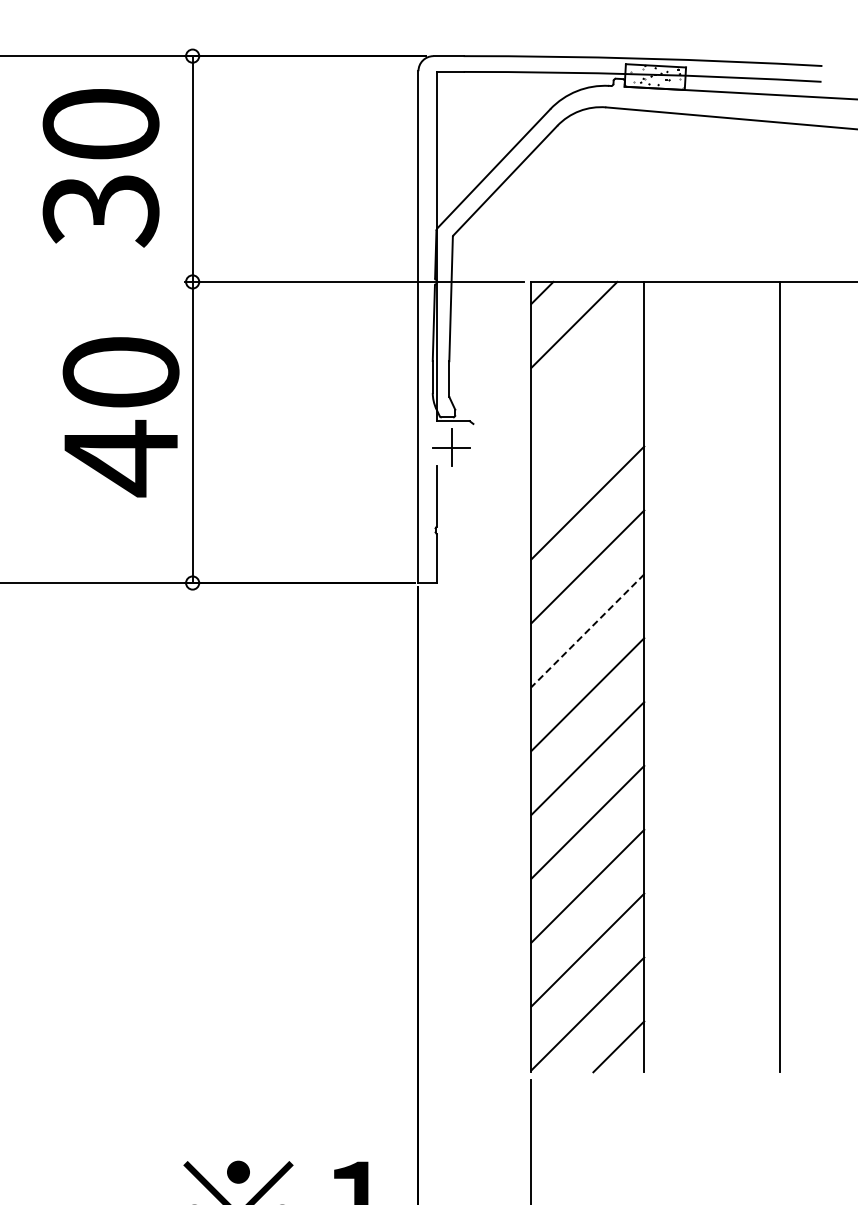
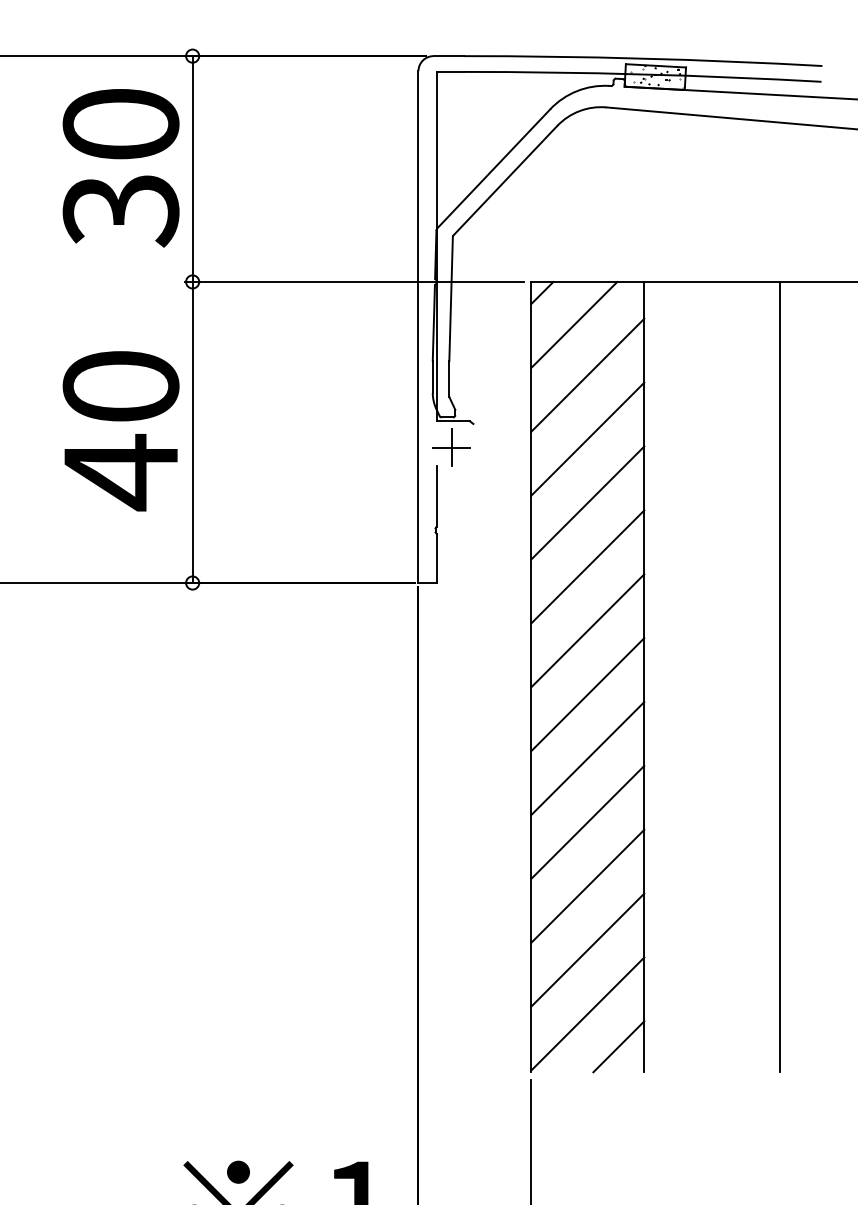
text at (100, 168) position: (100, 168) -> (120, 168)
line at (587, 374): none -> present
text at (120, 417) position: (120, 417) -> (120, 431)
line at (587, 438): none -> present
line at (587, 630): dashed -> solid
